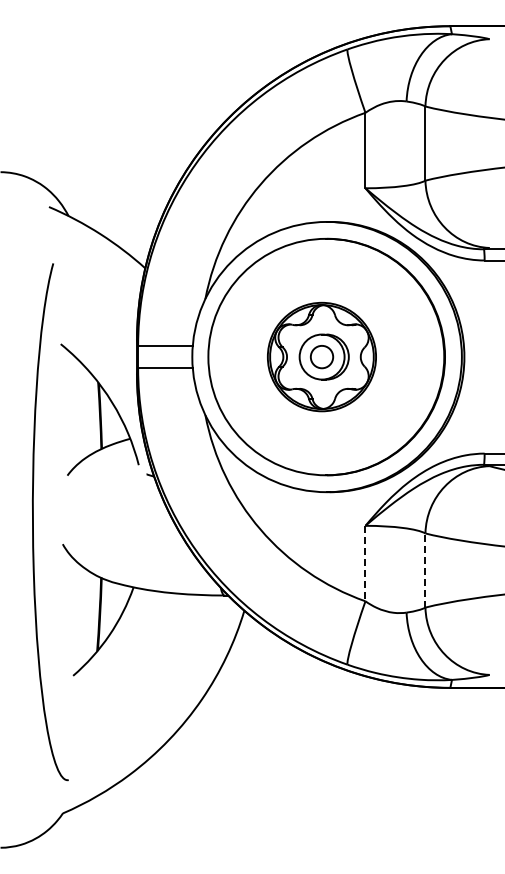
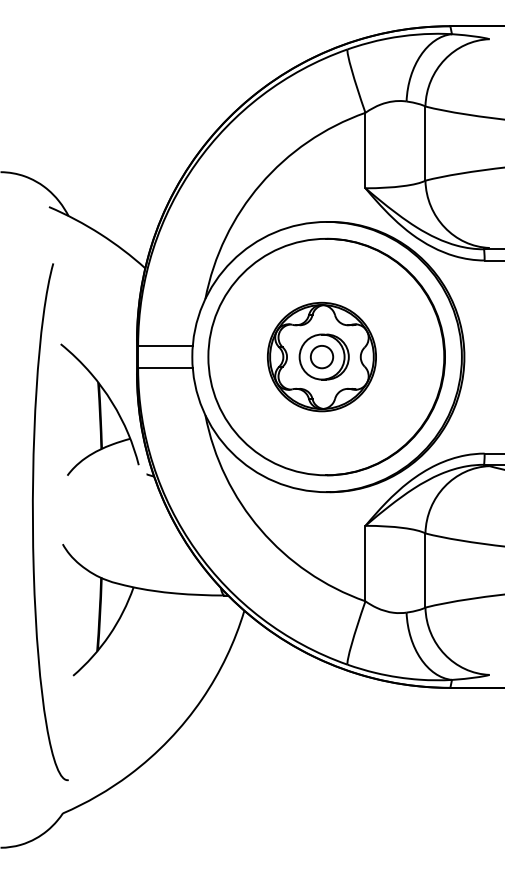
line at (365, 563): dashed -> solid
line at (425, 570): dashed -> solid
